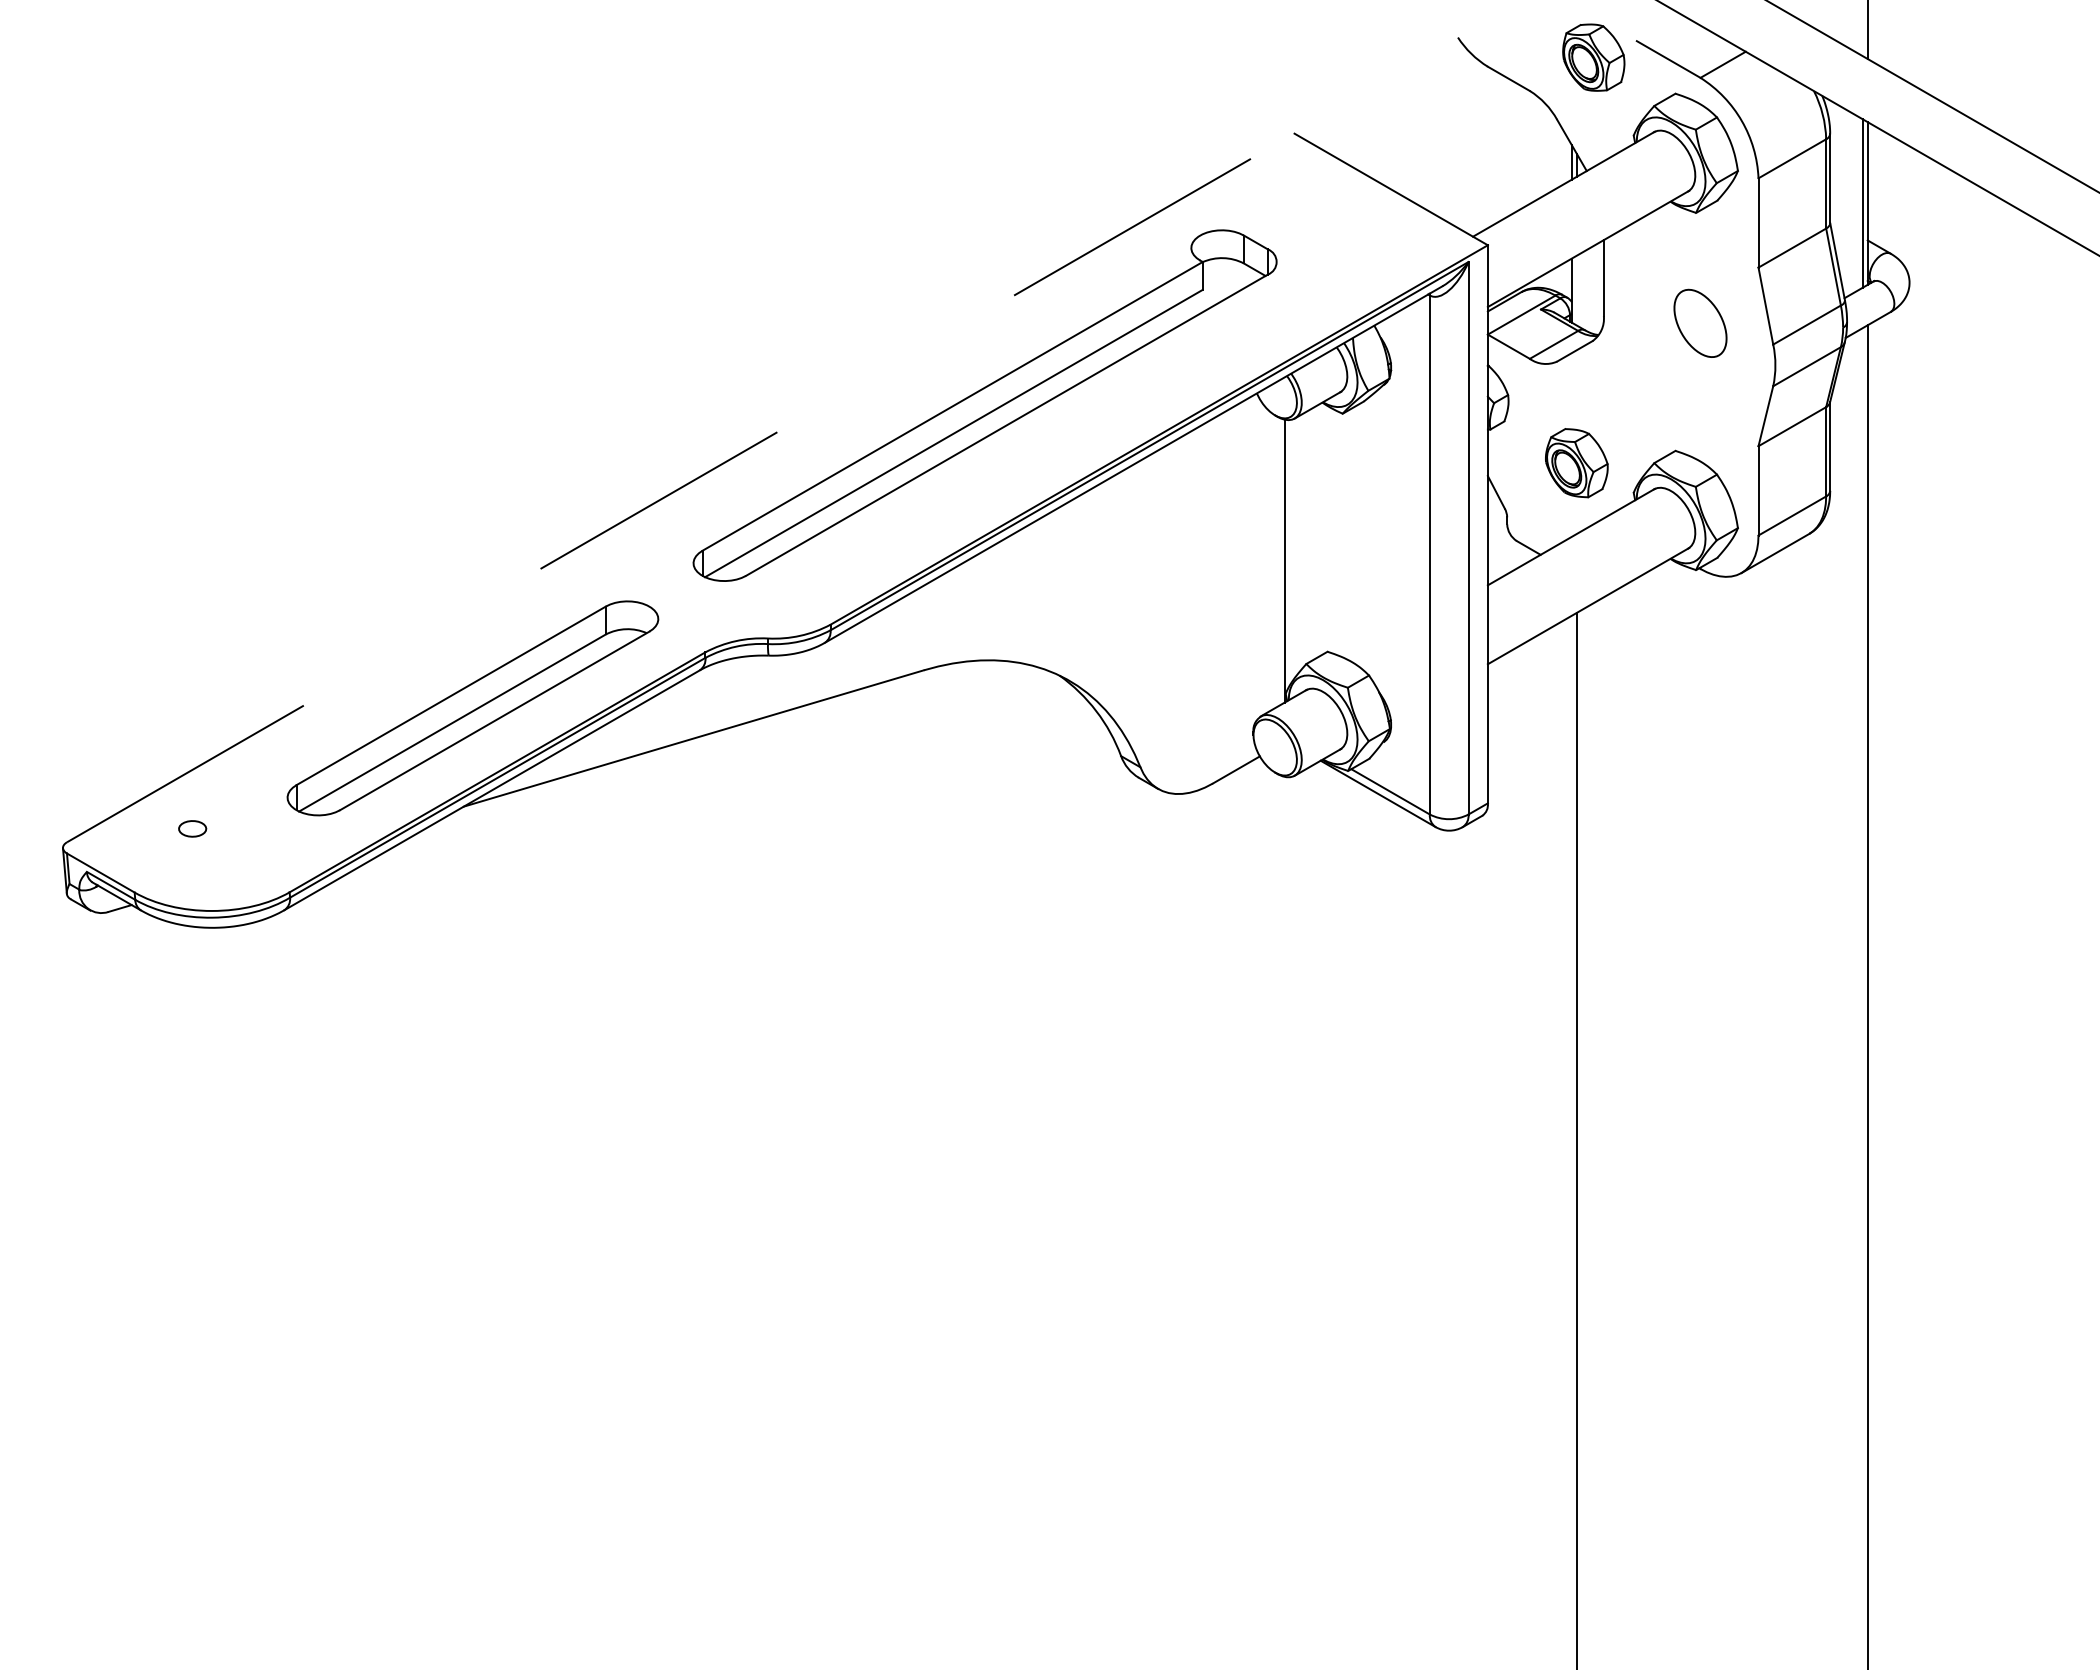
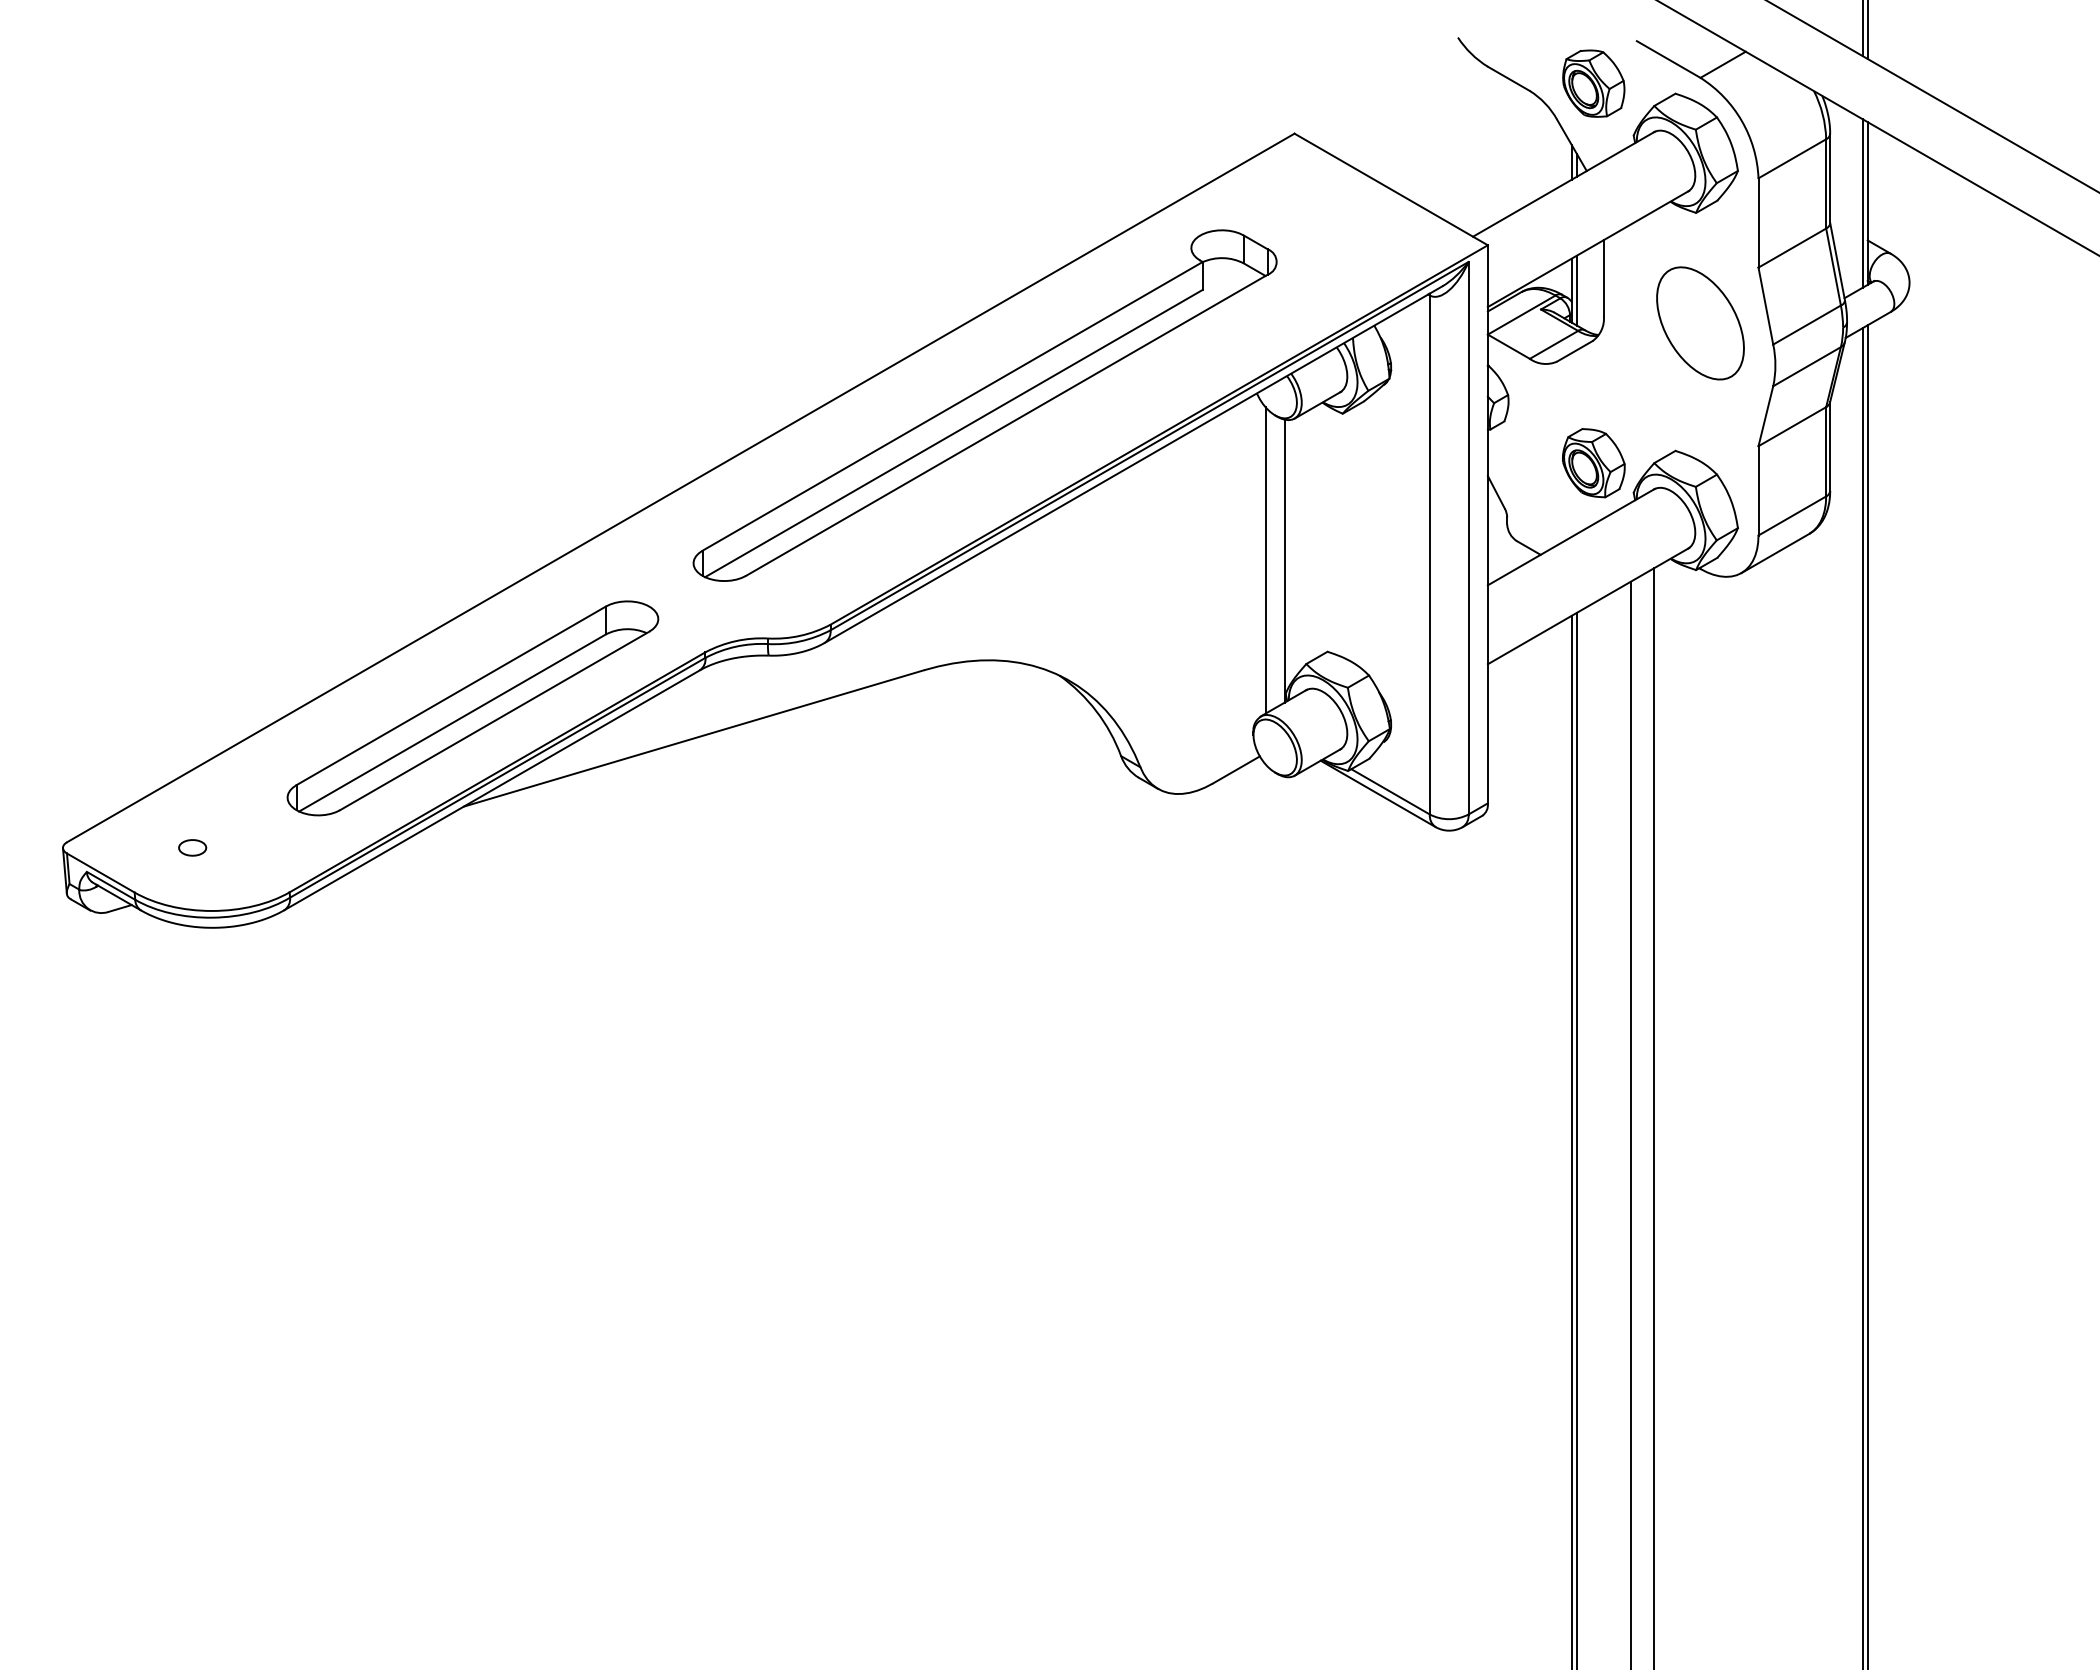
line at (1862, 29): none -> present
part at (1593, 57) position: (1593, 57) -> (1593, 83)
line at (1576, 290): none -> present
part at (1700, 322) size: 55x70 px -> 89x115 px
part at (1576, 463) position: (1576, 463) -> (1593, 463)
line at (680, 487): dashed -> solid
line at (1265, 560): none -> present
part at (192, 828) position: (192, 828) -> (192, 847)
line at (1862, 997): none -> present
line at (1654, 1117): none -> present
line at (1630, 1123): none -> present
line at (1572, 1140): none -> present
